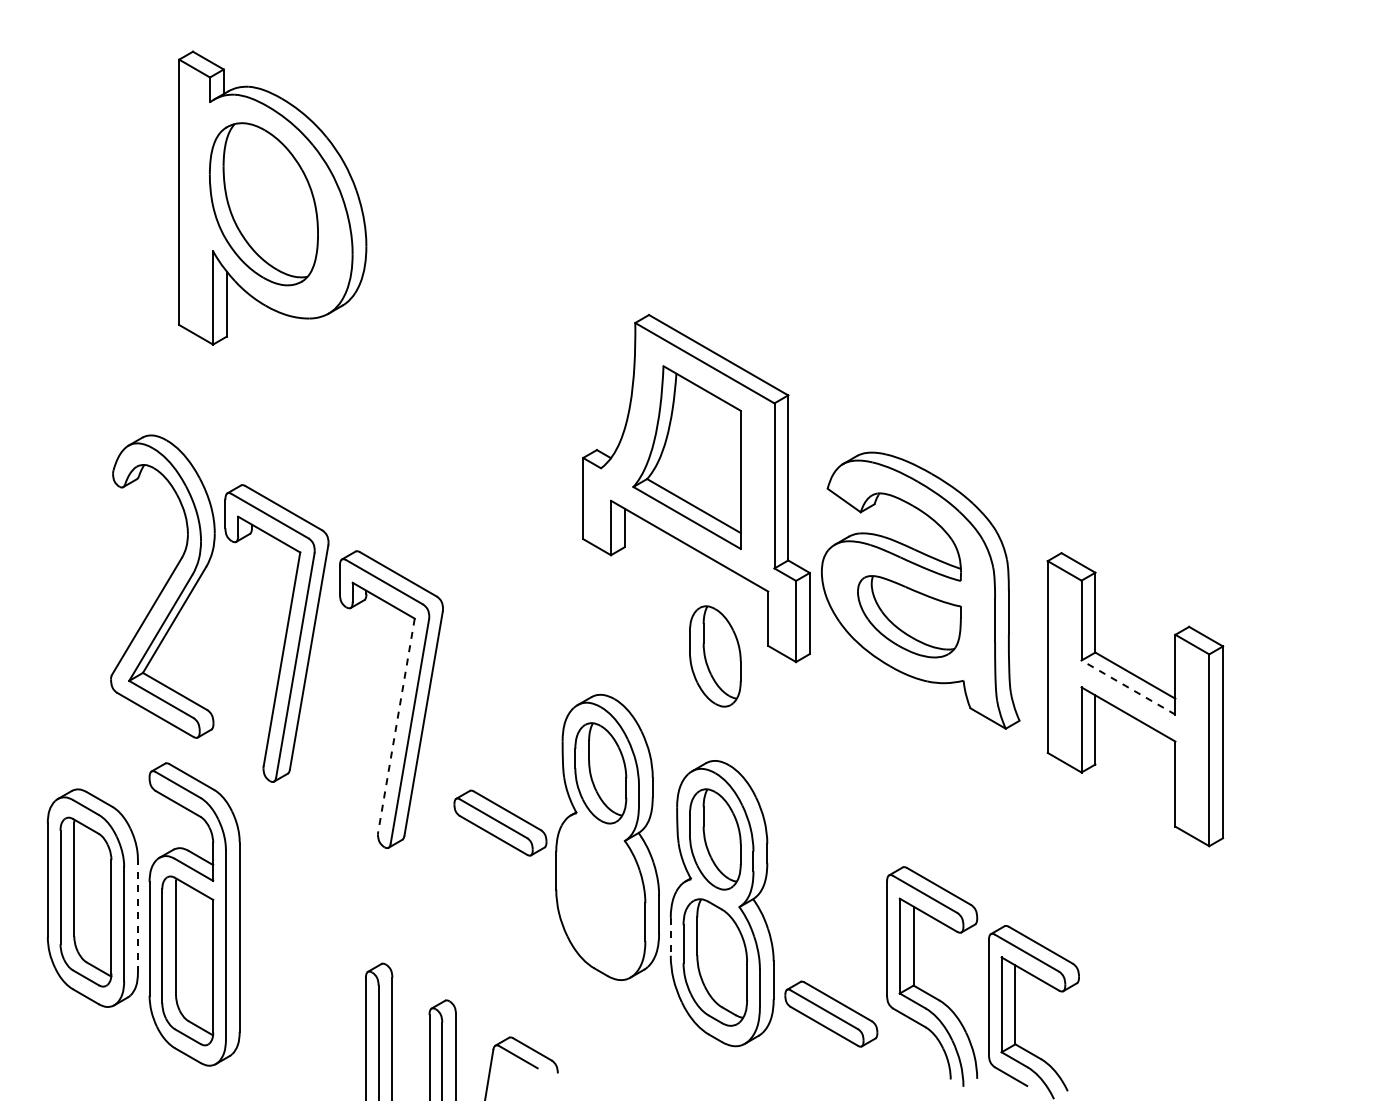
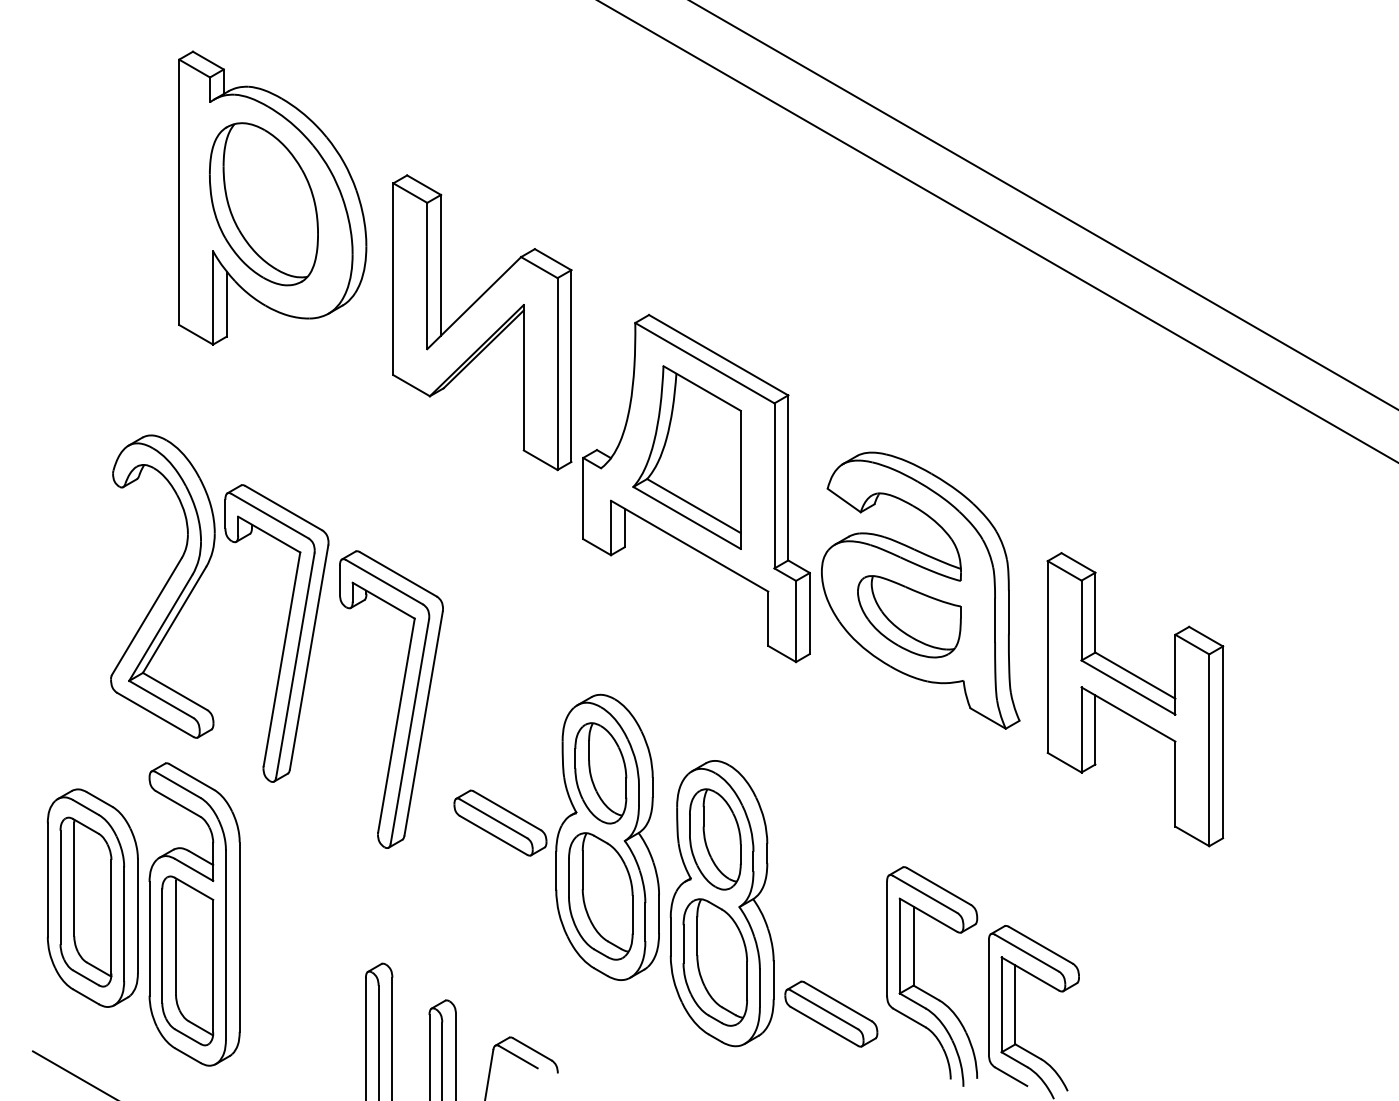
line at (1043, 205): none -> present
line at (997, 231): none -> present
part at (482, 322): none -> present
part at (715, 656): present -> none
line at (1128, 687): dashed -> solid
line at (396, 725): dashed -> solid
part at (600, 896): none -> present
line at (137, 916): dashed -> solid
line at (670, 936): dashed -> solid
line at (72, 1074): none -> present
